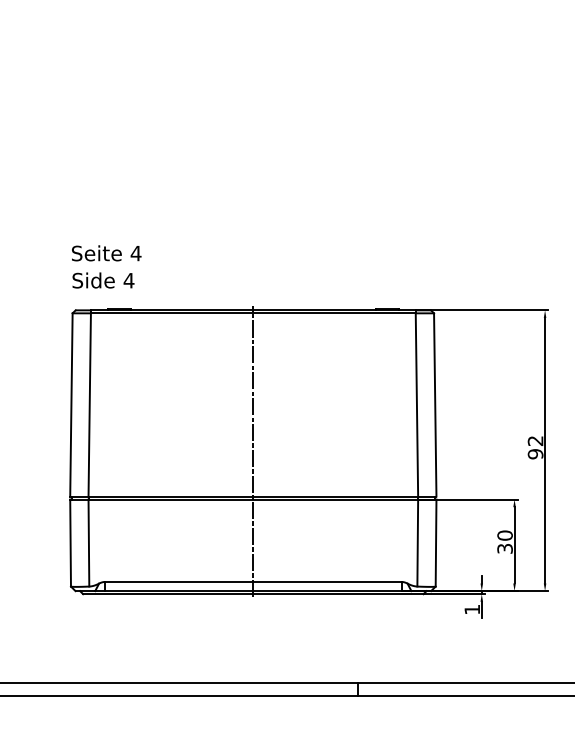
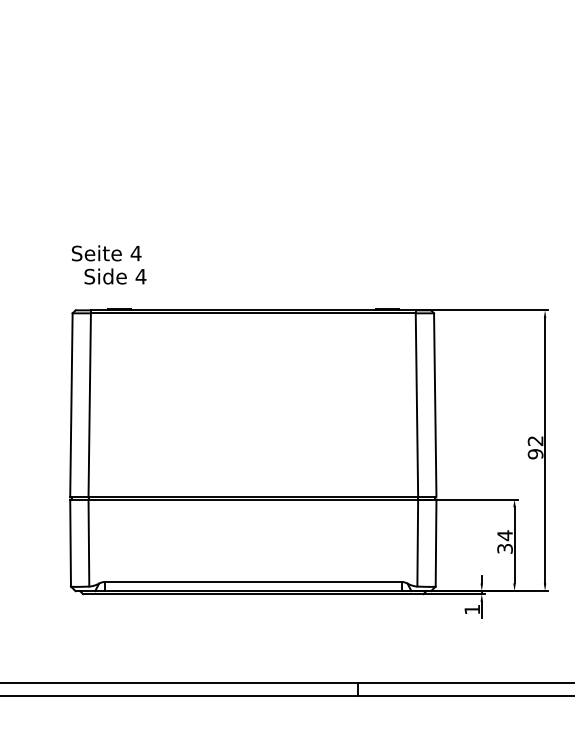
text at (103, 280) position: (103, 280) -> (115, 276)
line at (253, 450): present -> none
text at (504, 535): 30 -> 34
